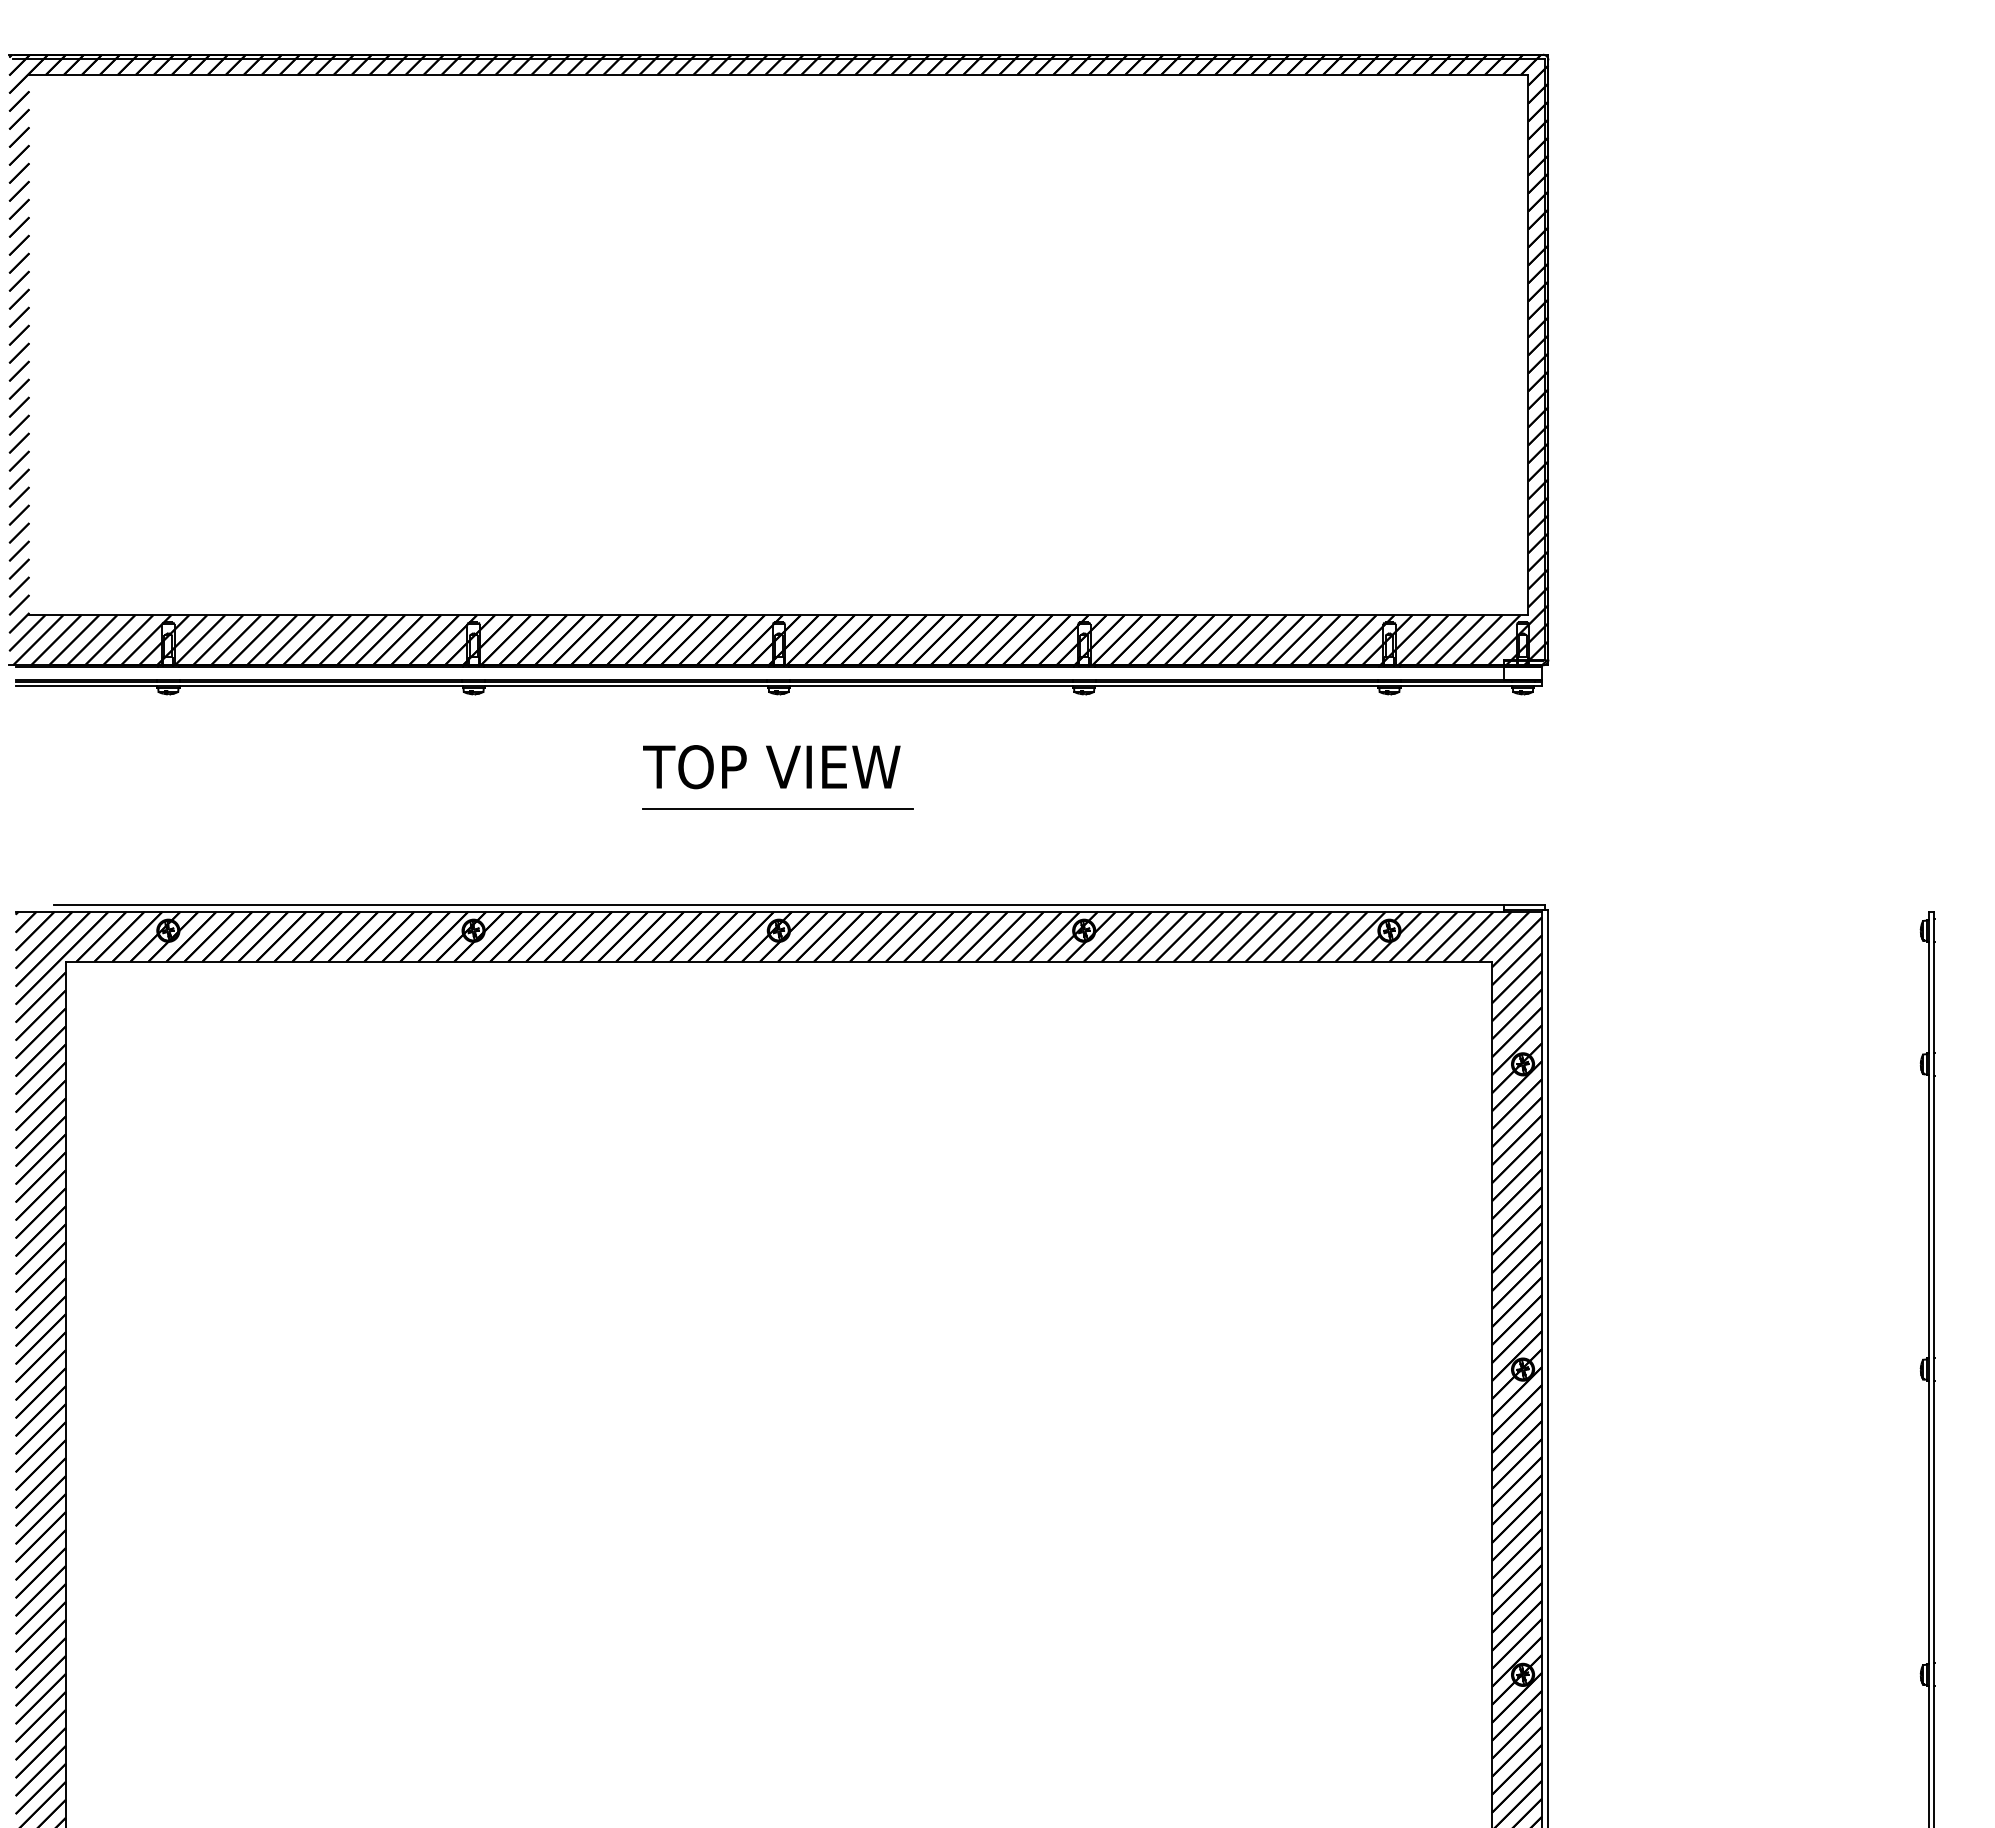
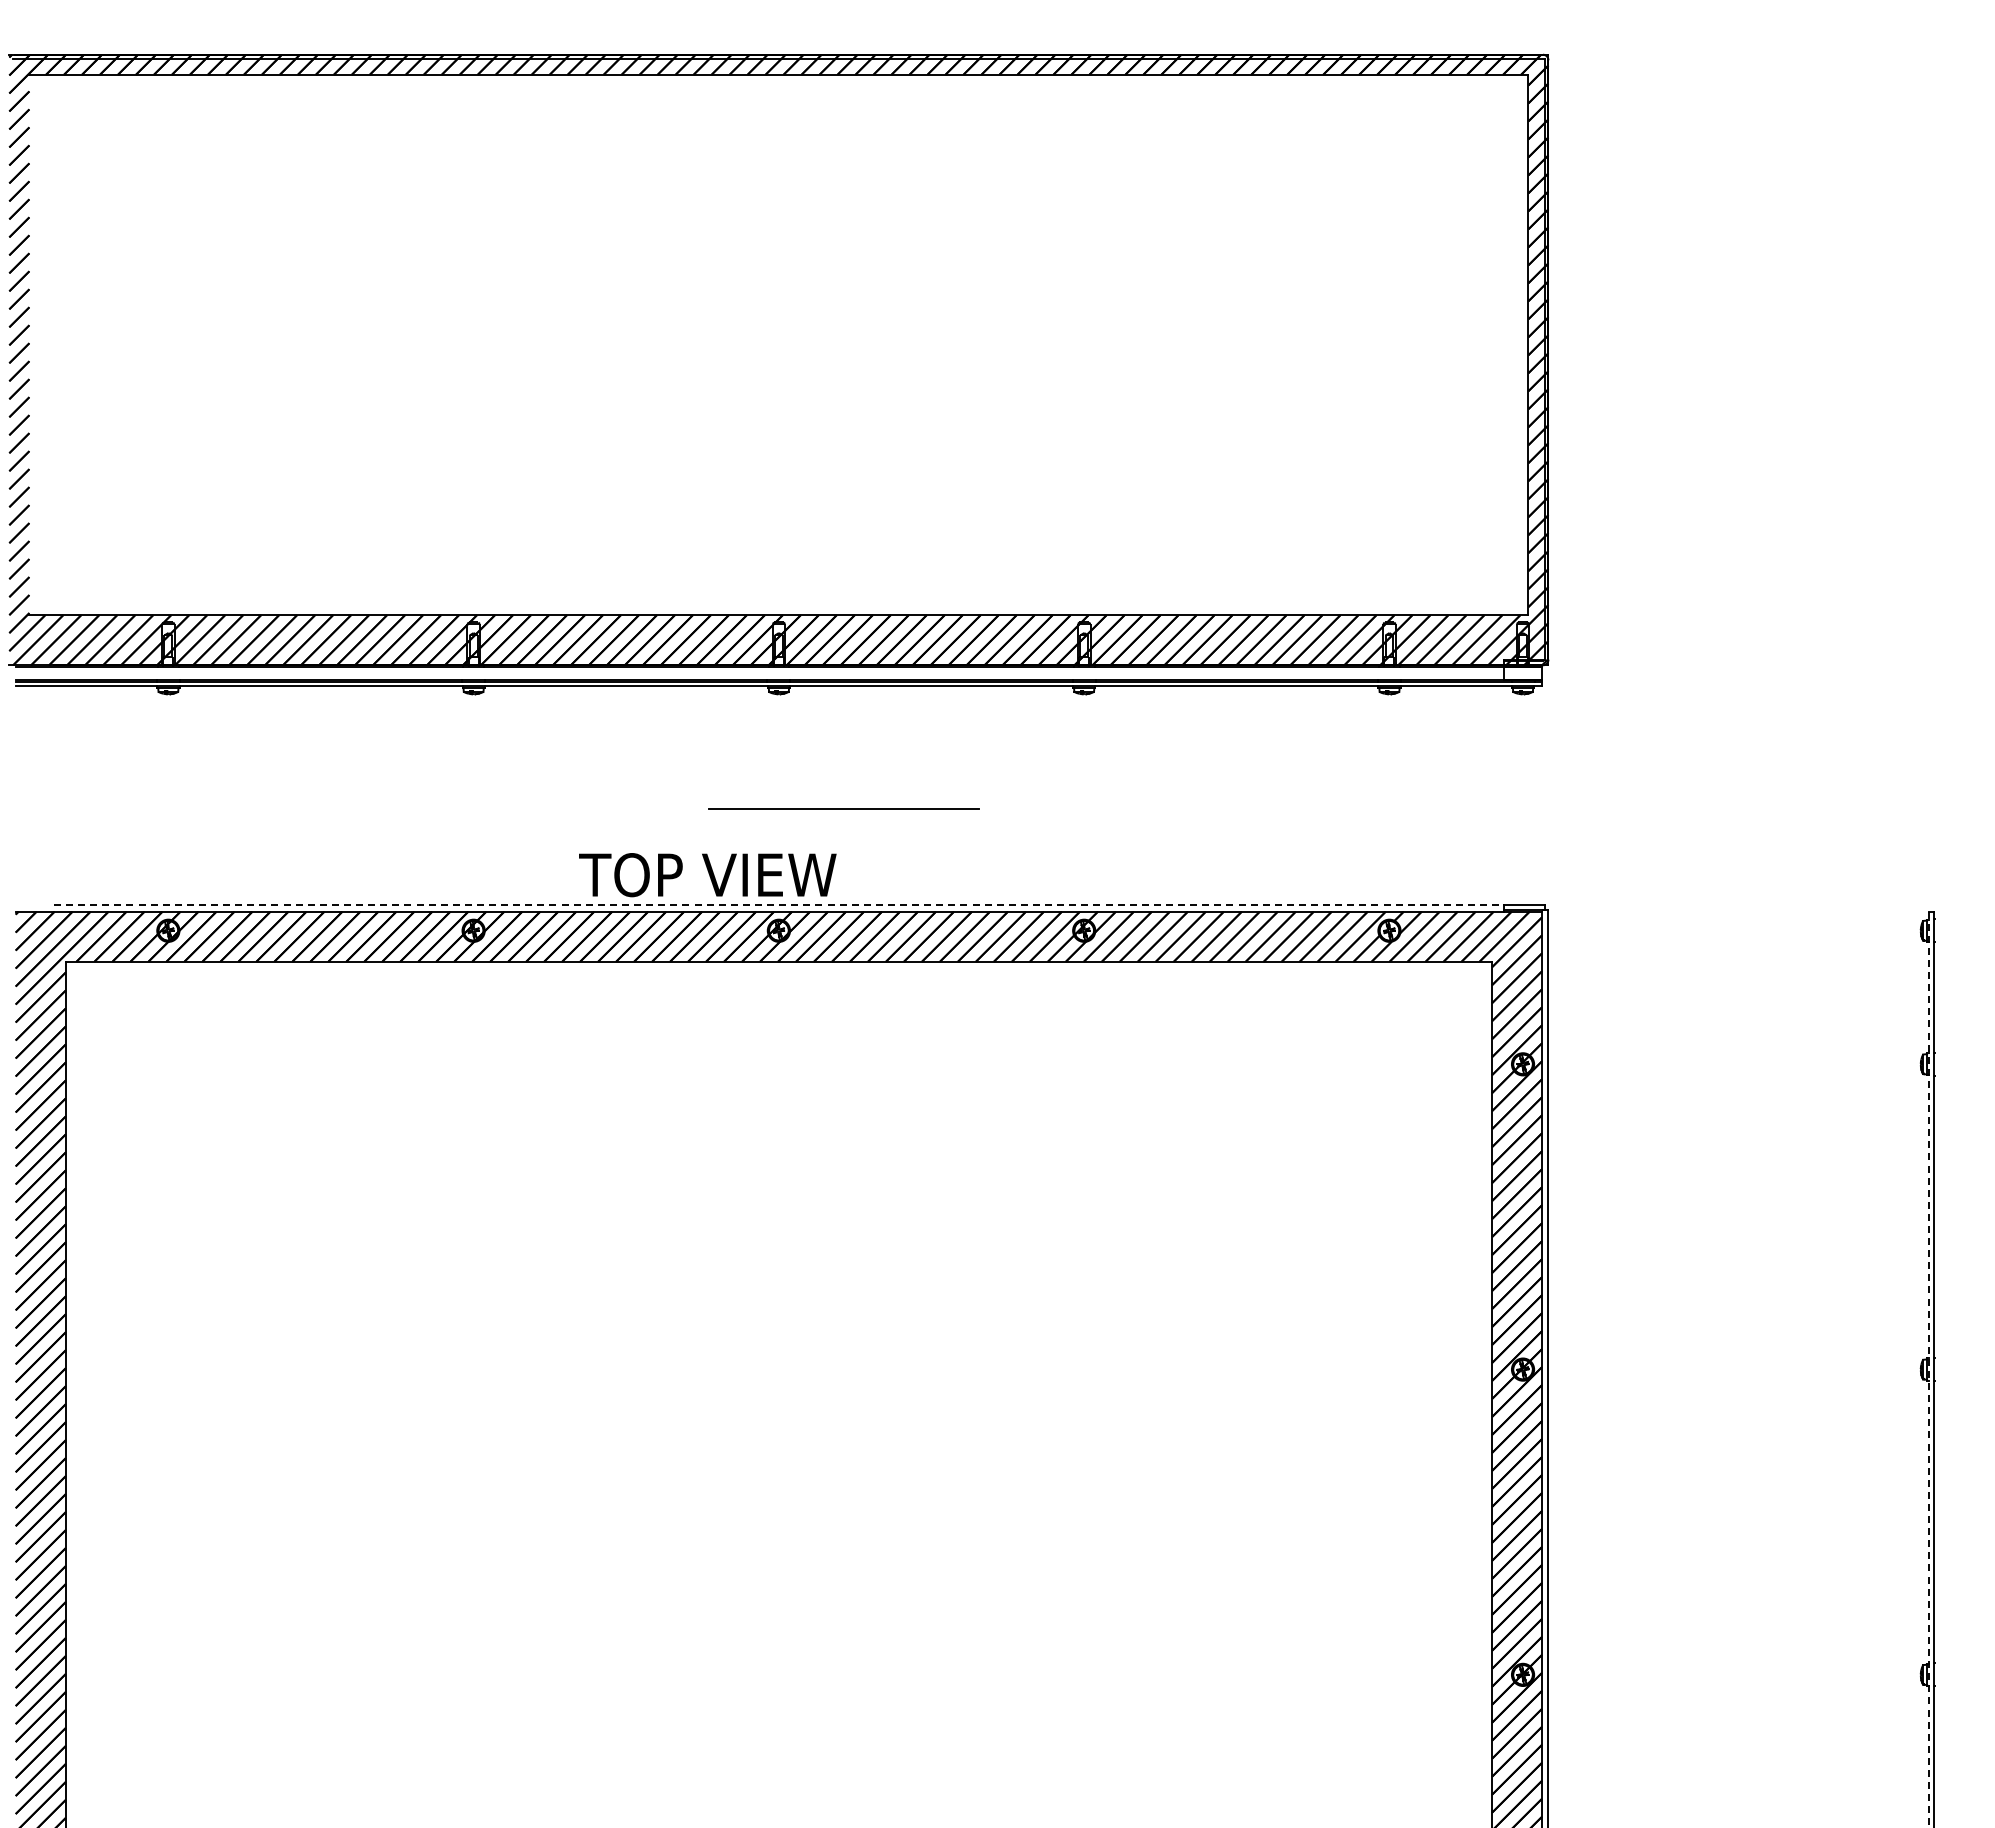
text at (771, 767) position: (771, 767) -> (707, 875)
line at (777, 808) position: (777, 808) -> (843, 808)
line at (779, 905): solid -> dashed
line at (1928, 1369): solid -> dashed
